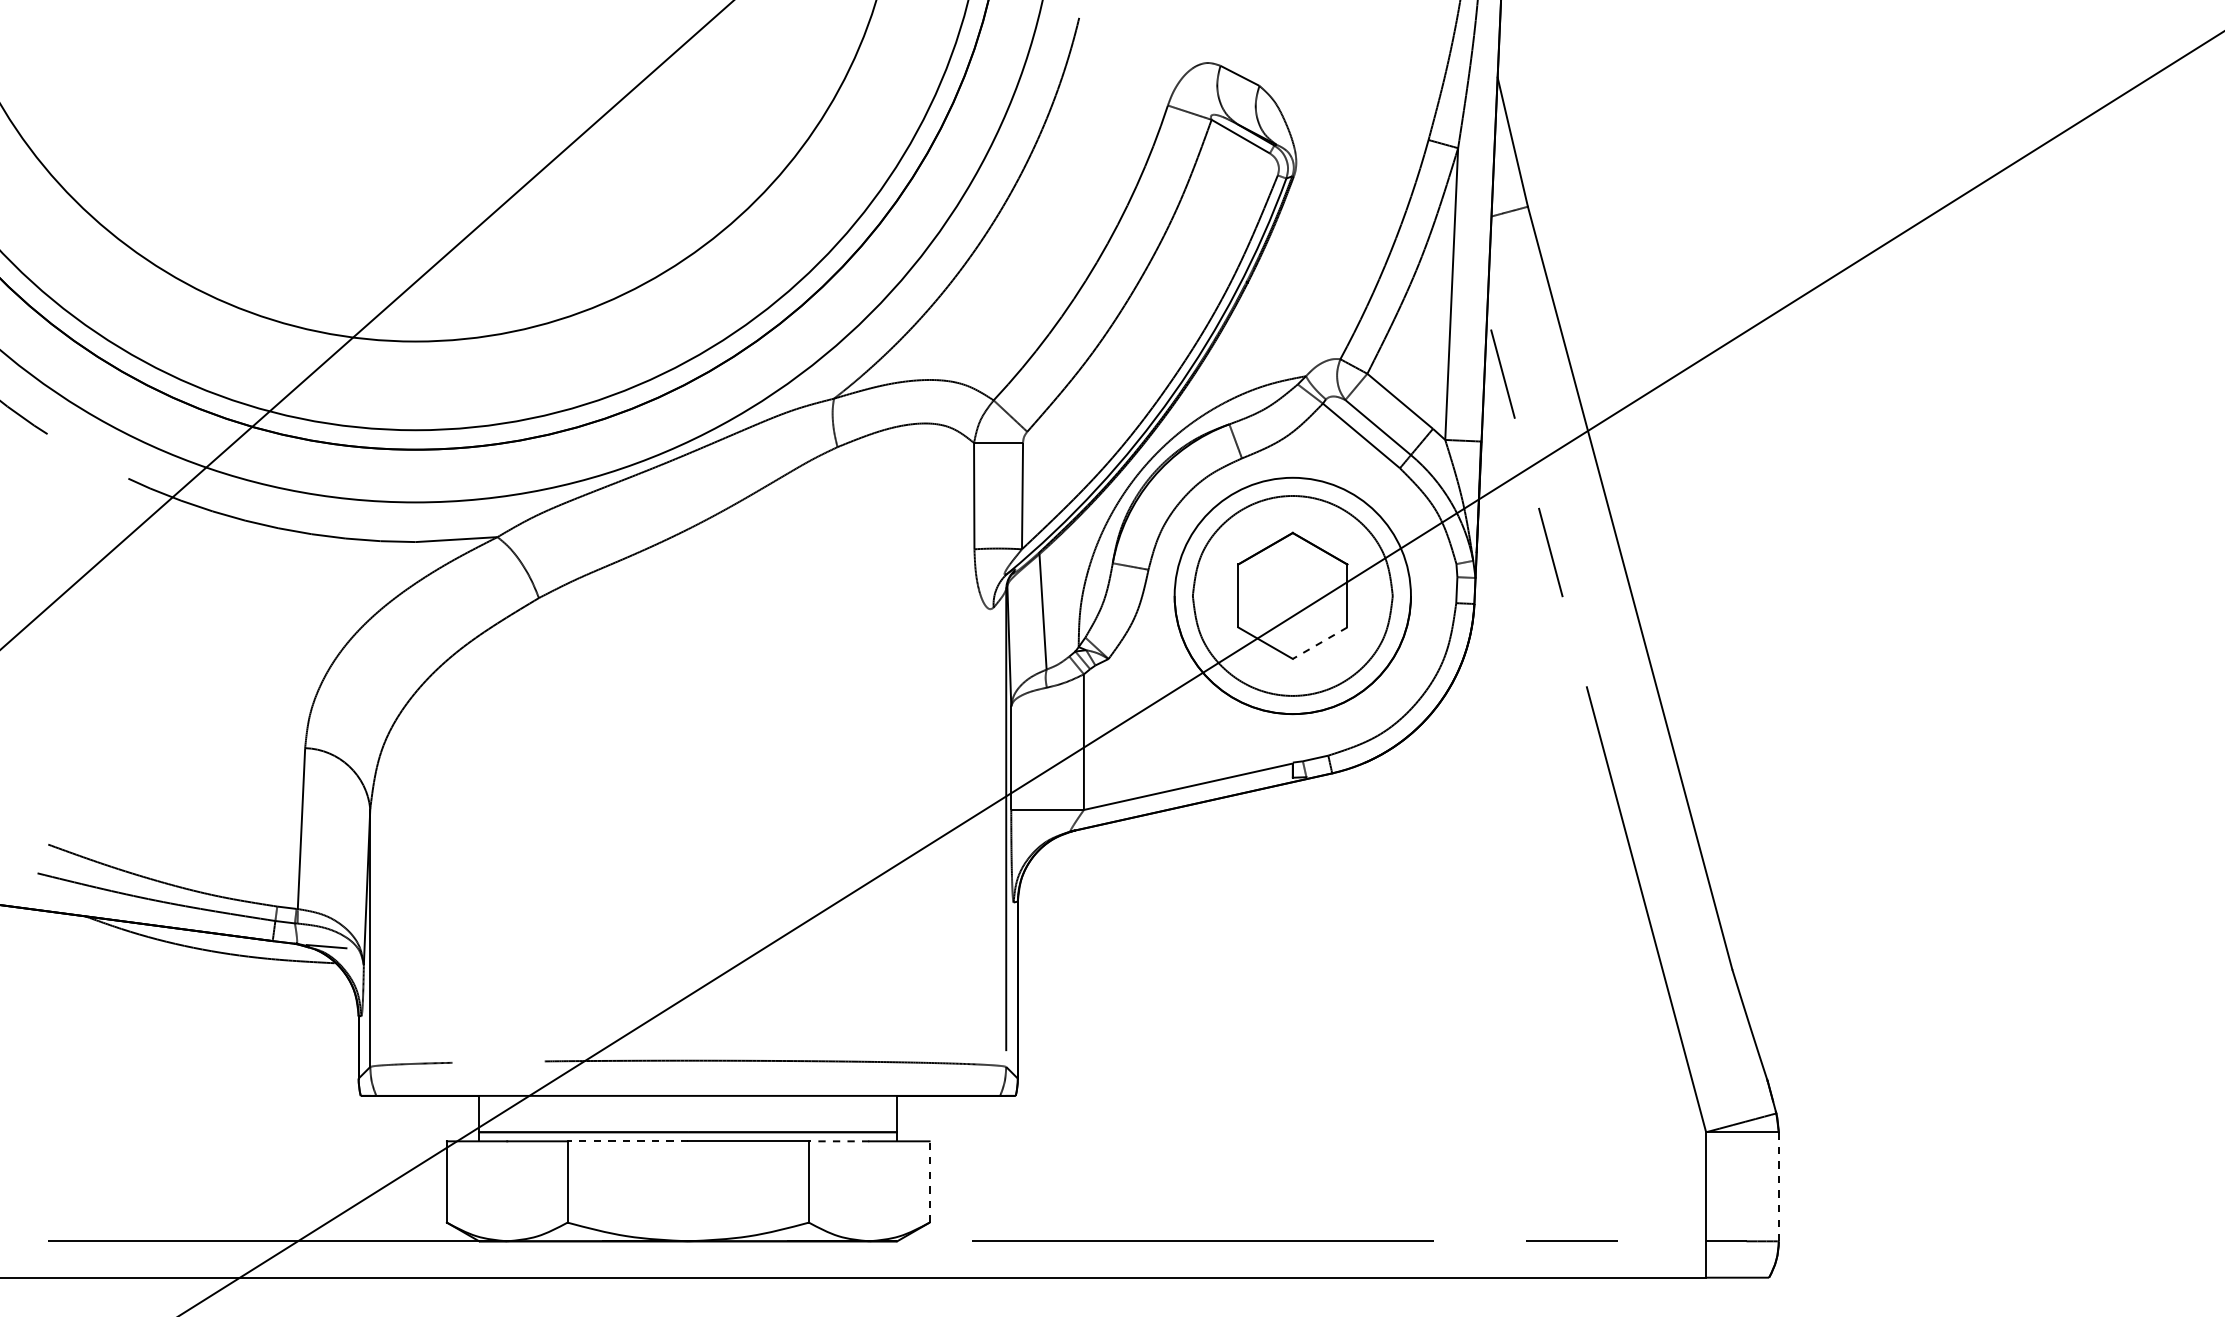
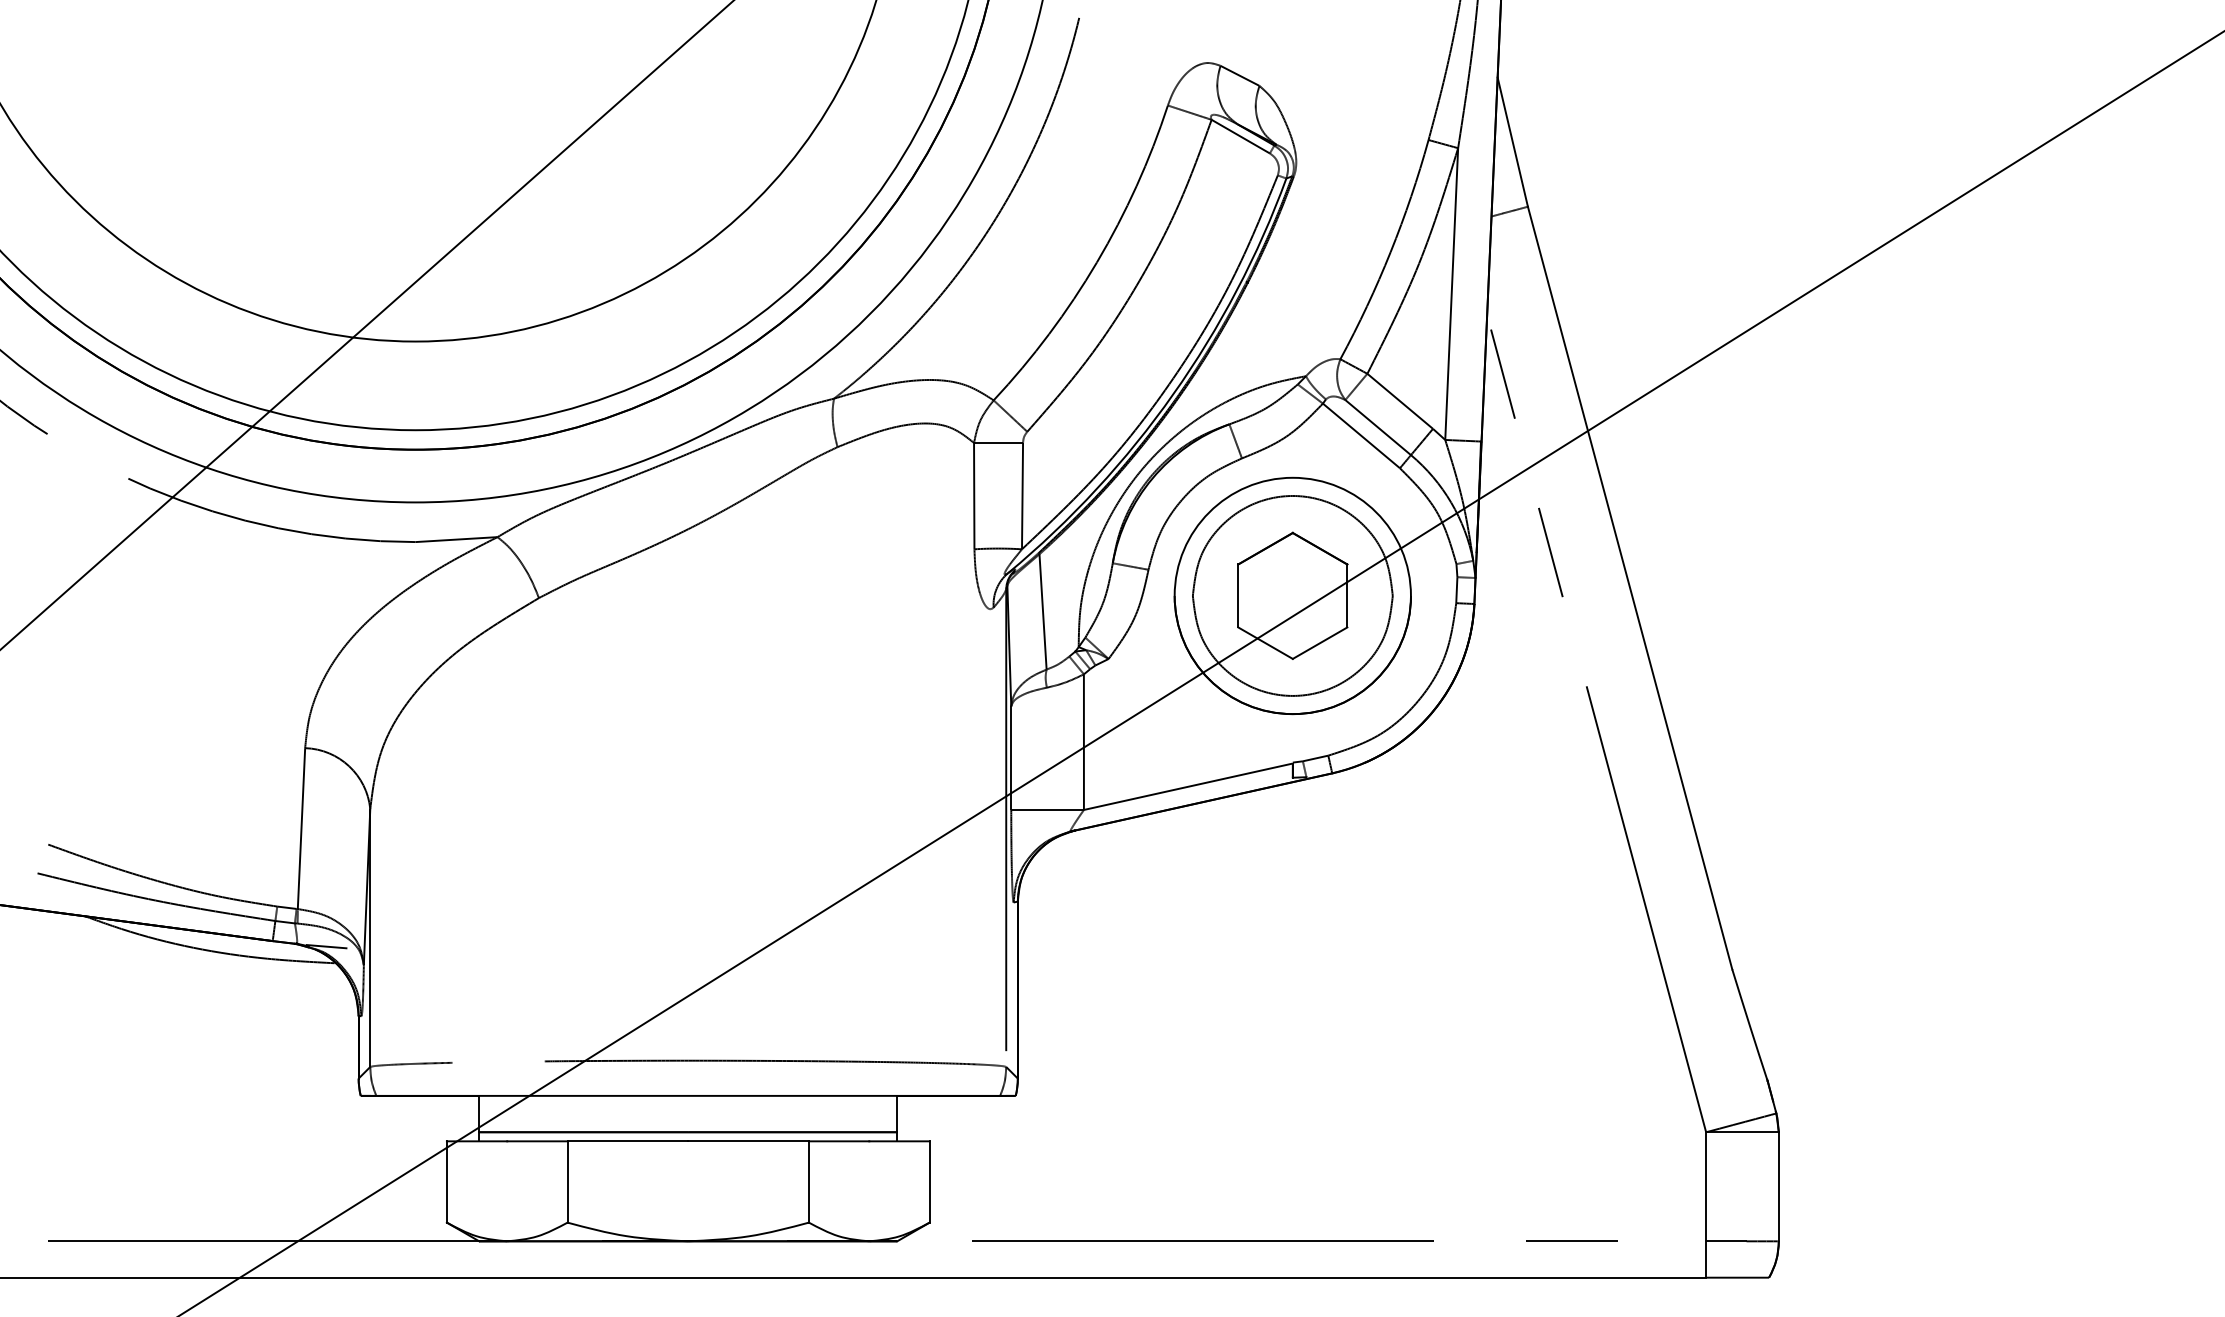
line at (1319, 643): dashed -> solid
line at (627, 1141): dashed -> solid
line at (838, 1141): dashed -> solid
line at (929, 1181): dashed -> solid
line at (1778, 1186): dashed -> solid
